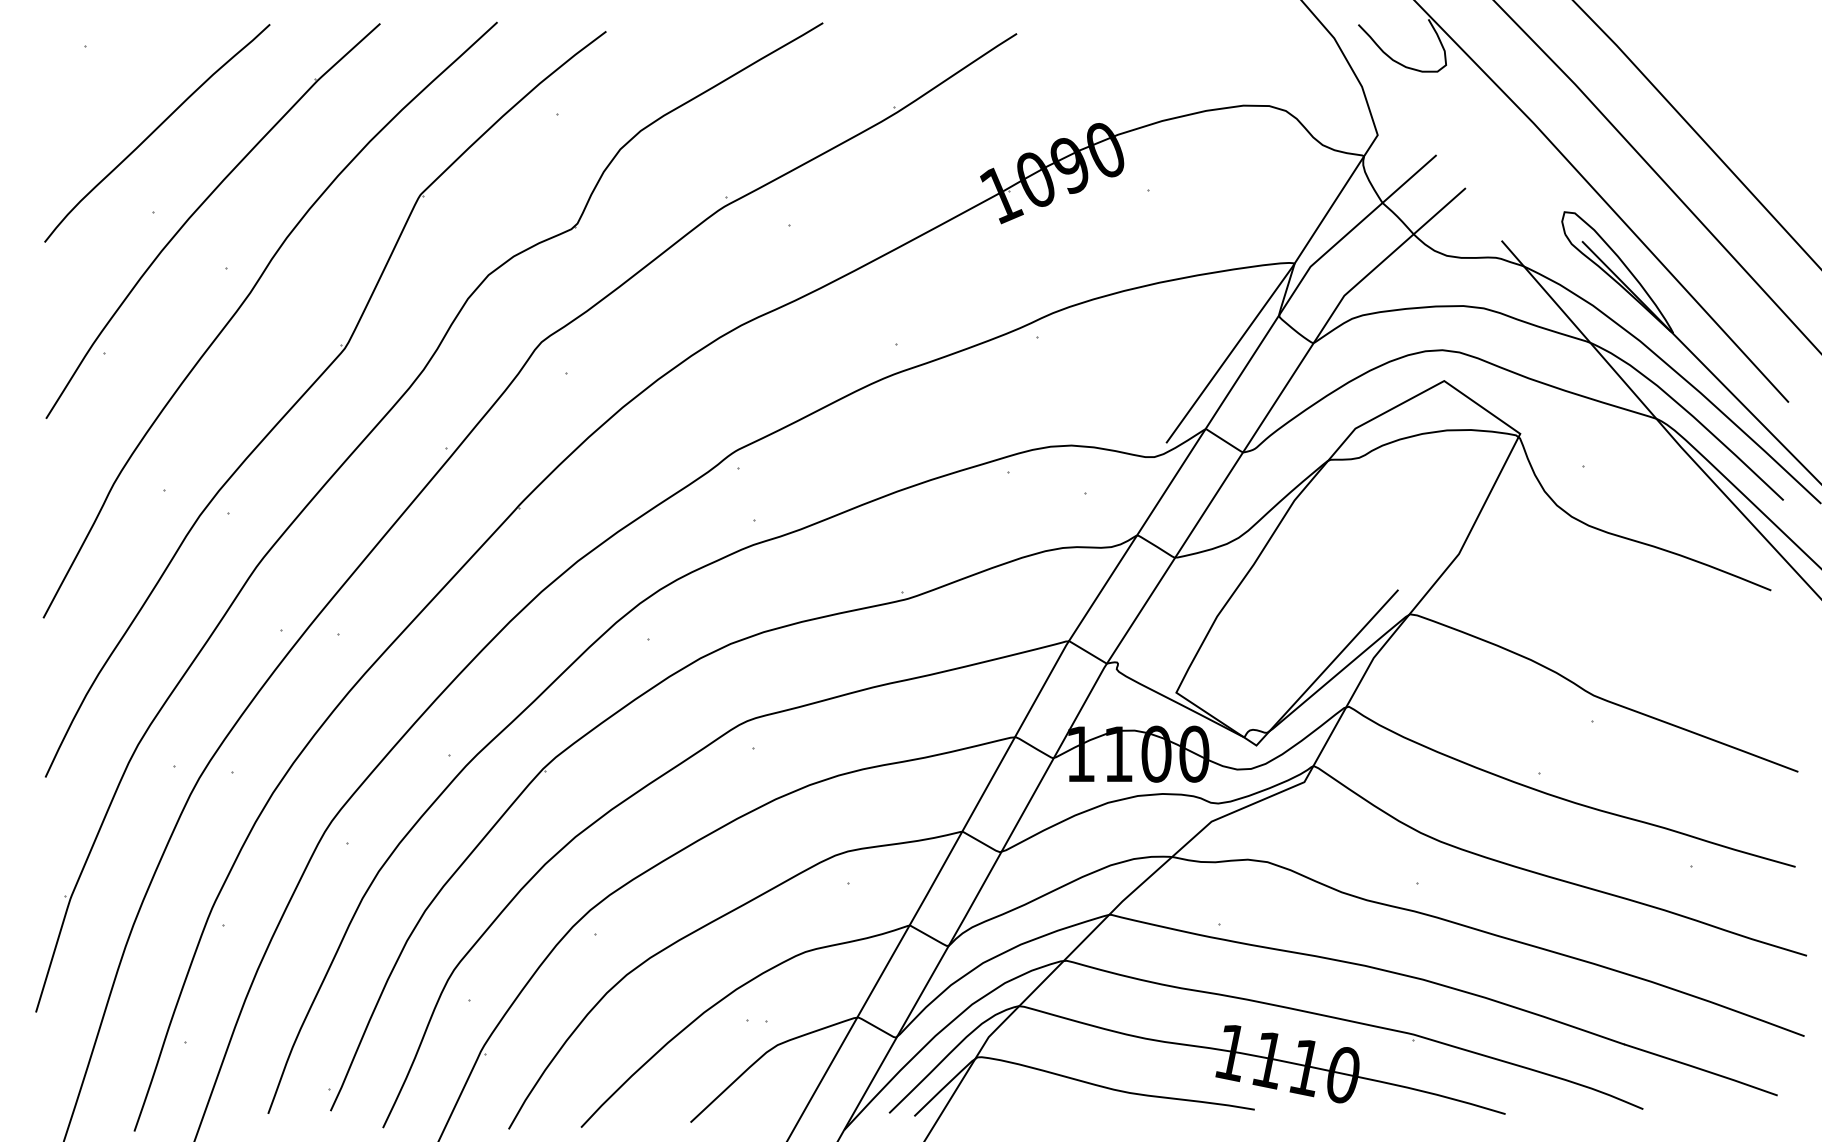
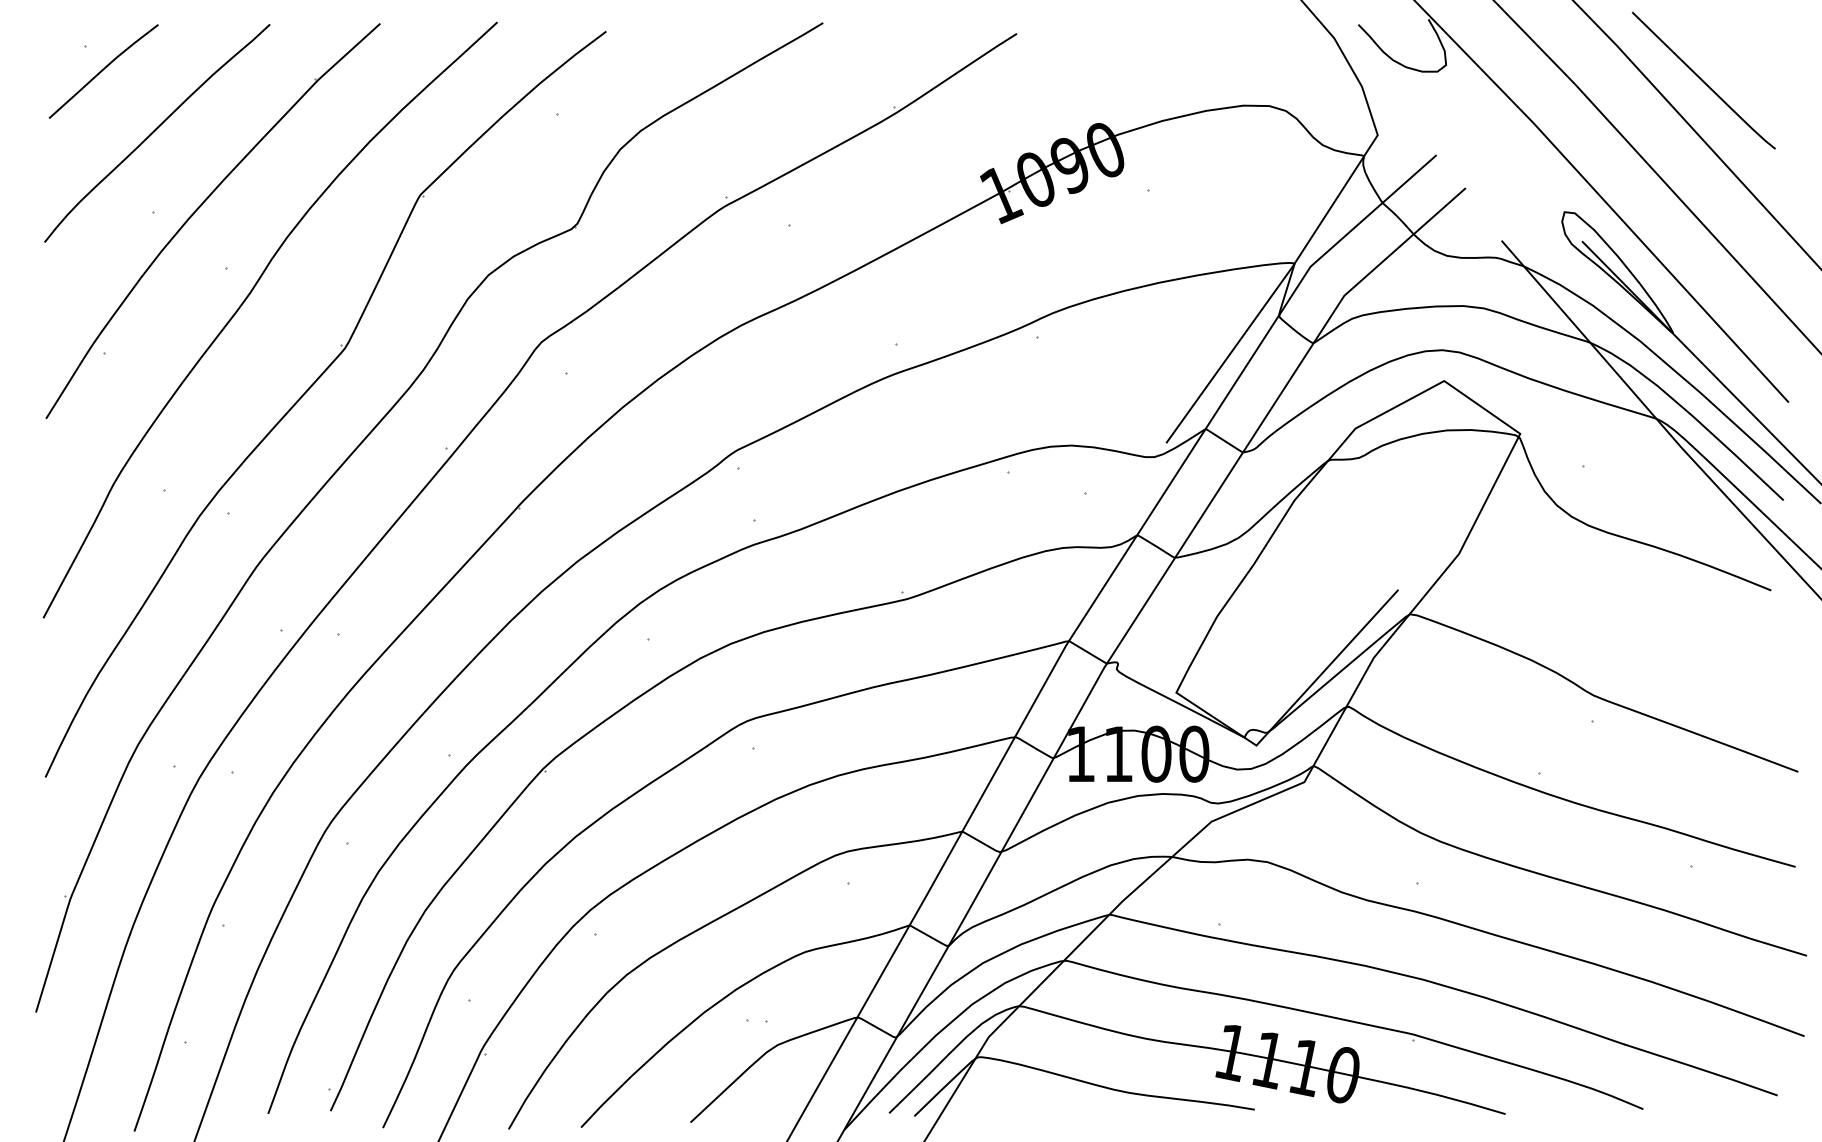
curve at (103, 70): none -> present
curve at (1703, 80): none -> present
